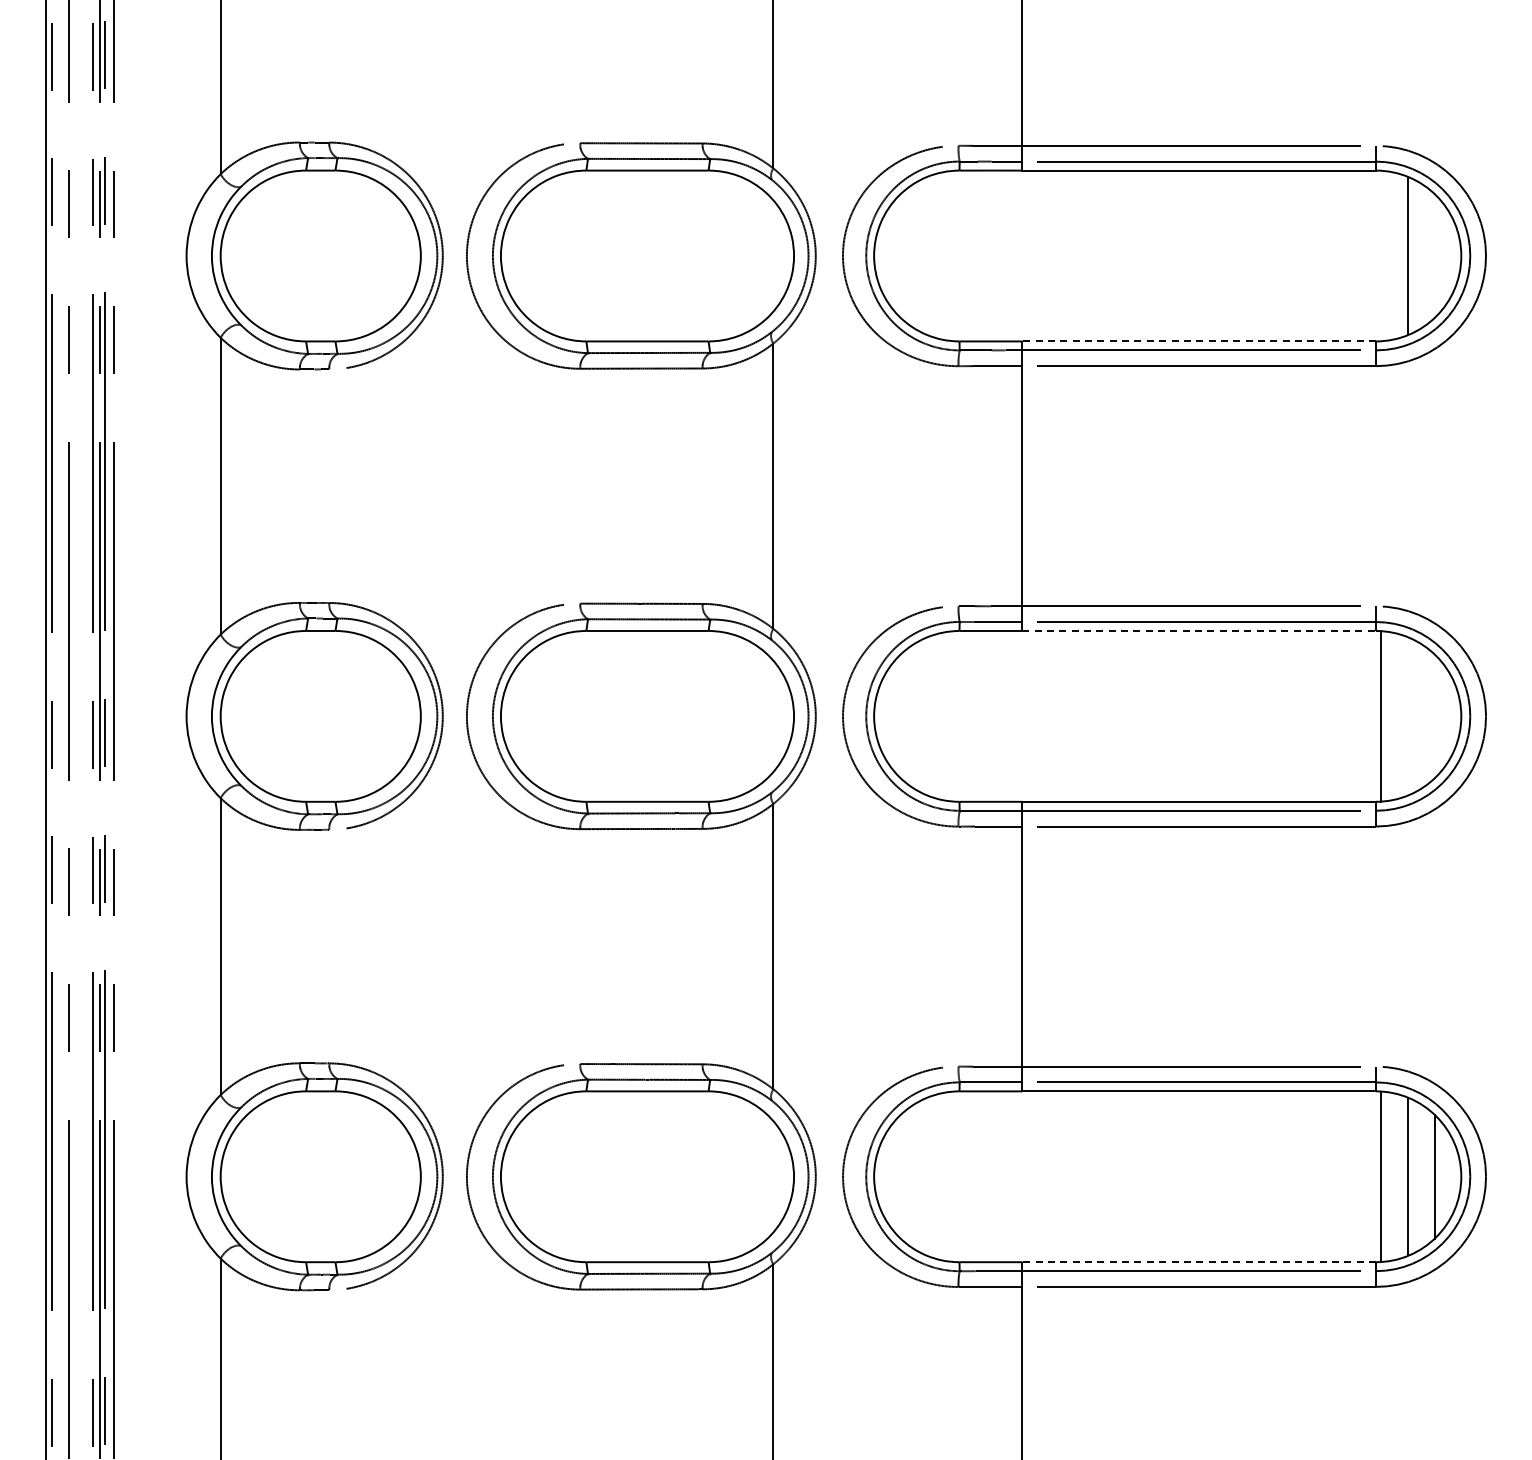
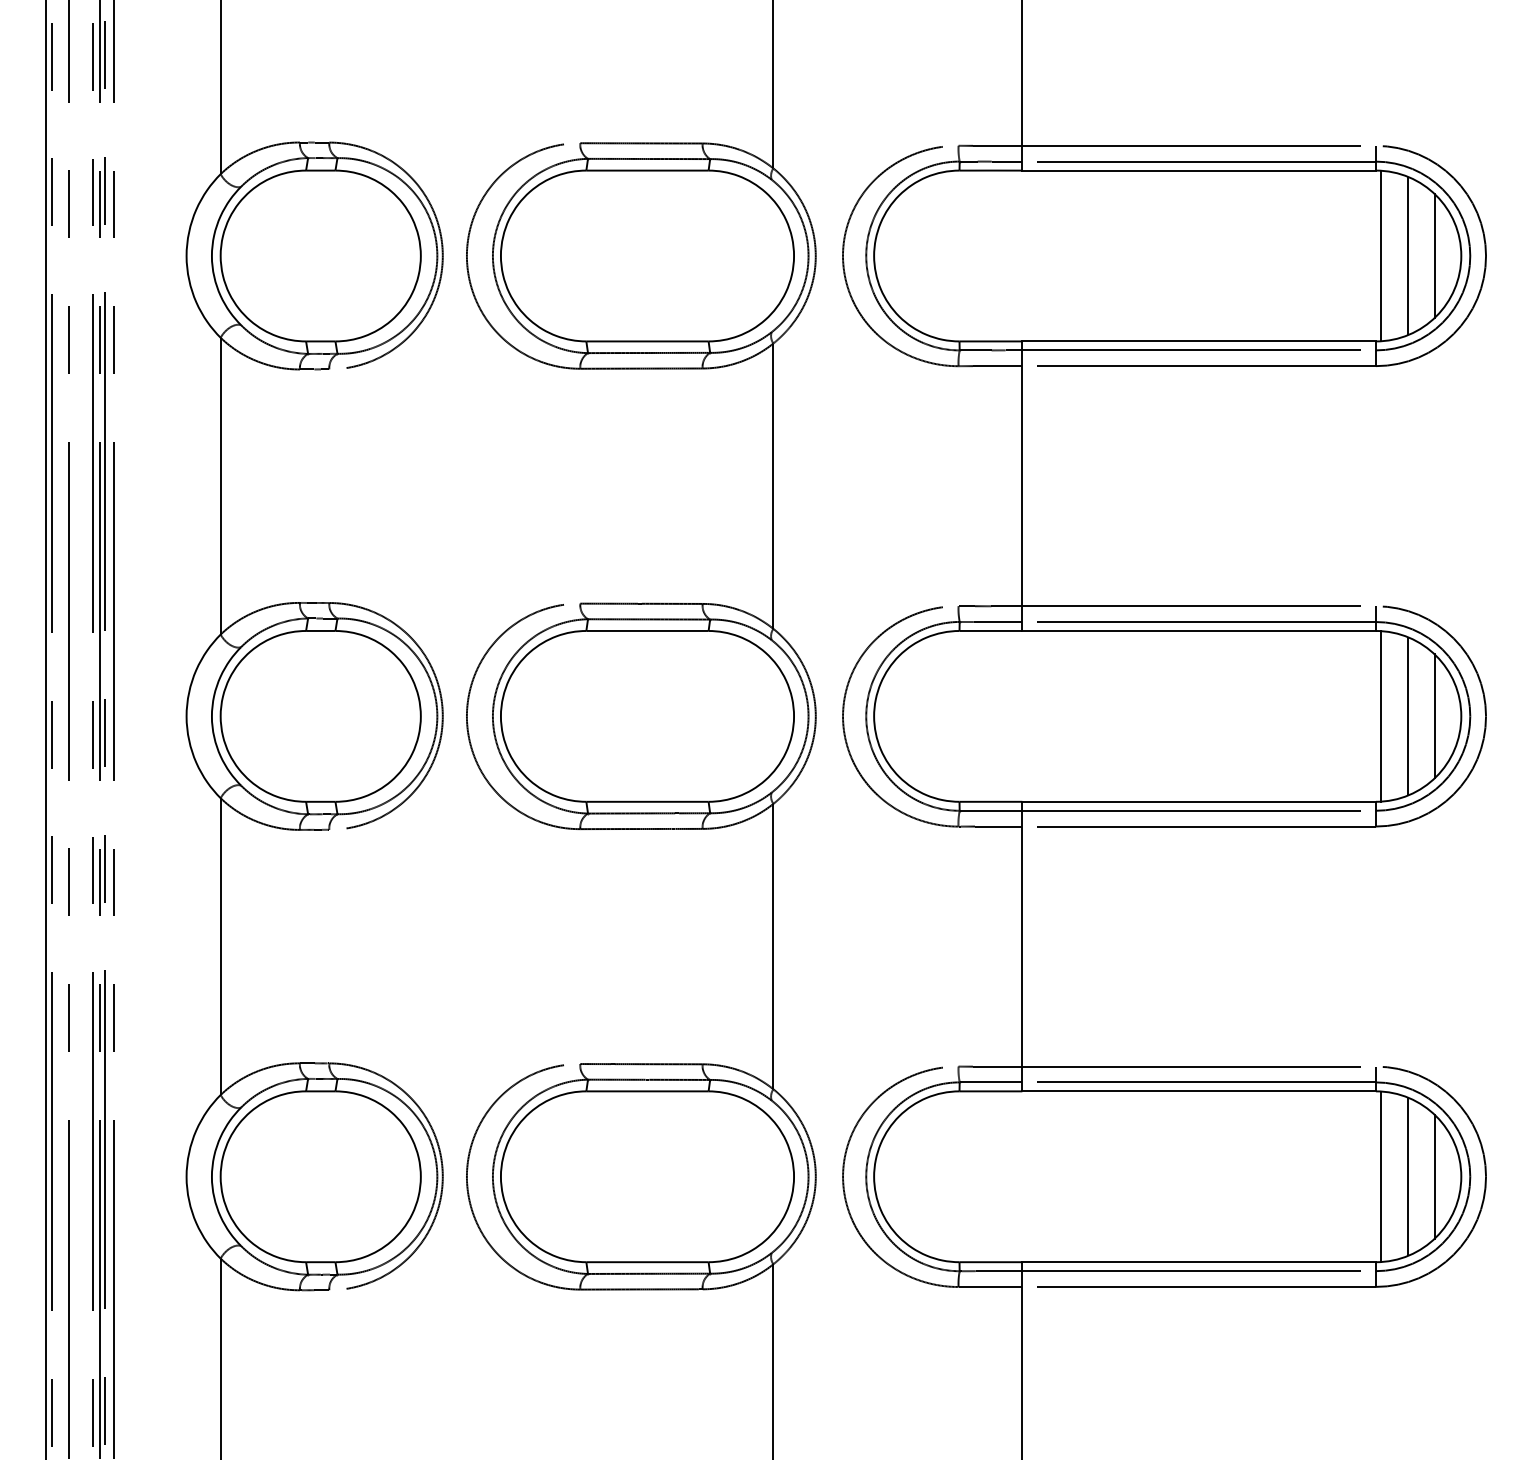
line at (1381, 255): none -> present
line at (1434, 255): none -> present
line at (1199, 341): dashed -> solid
line at (1199, 630): dashed -> solid
line at (1407, 716): none -> present
line at (1434, 716): none -> present
line at (1199, 1262): dashed -> solid
